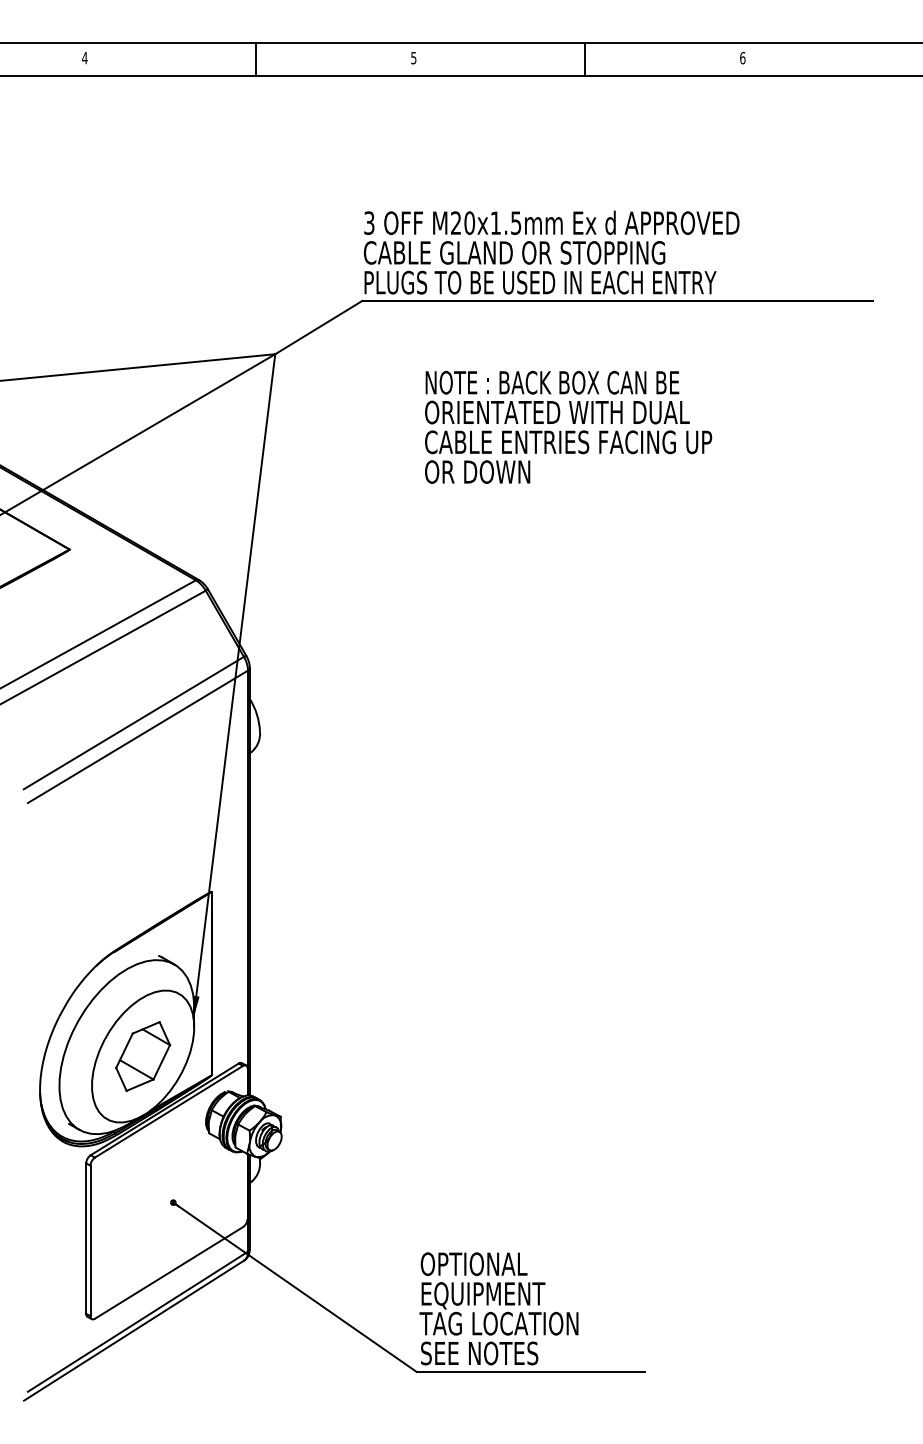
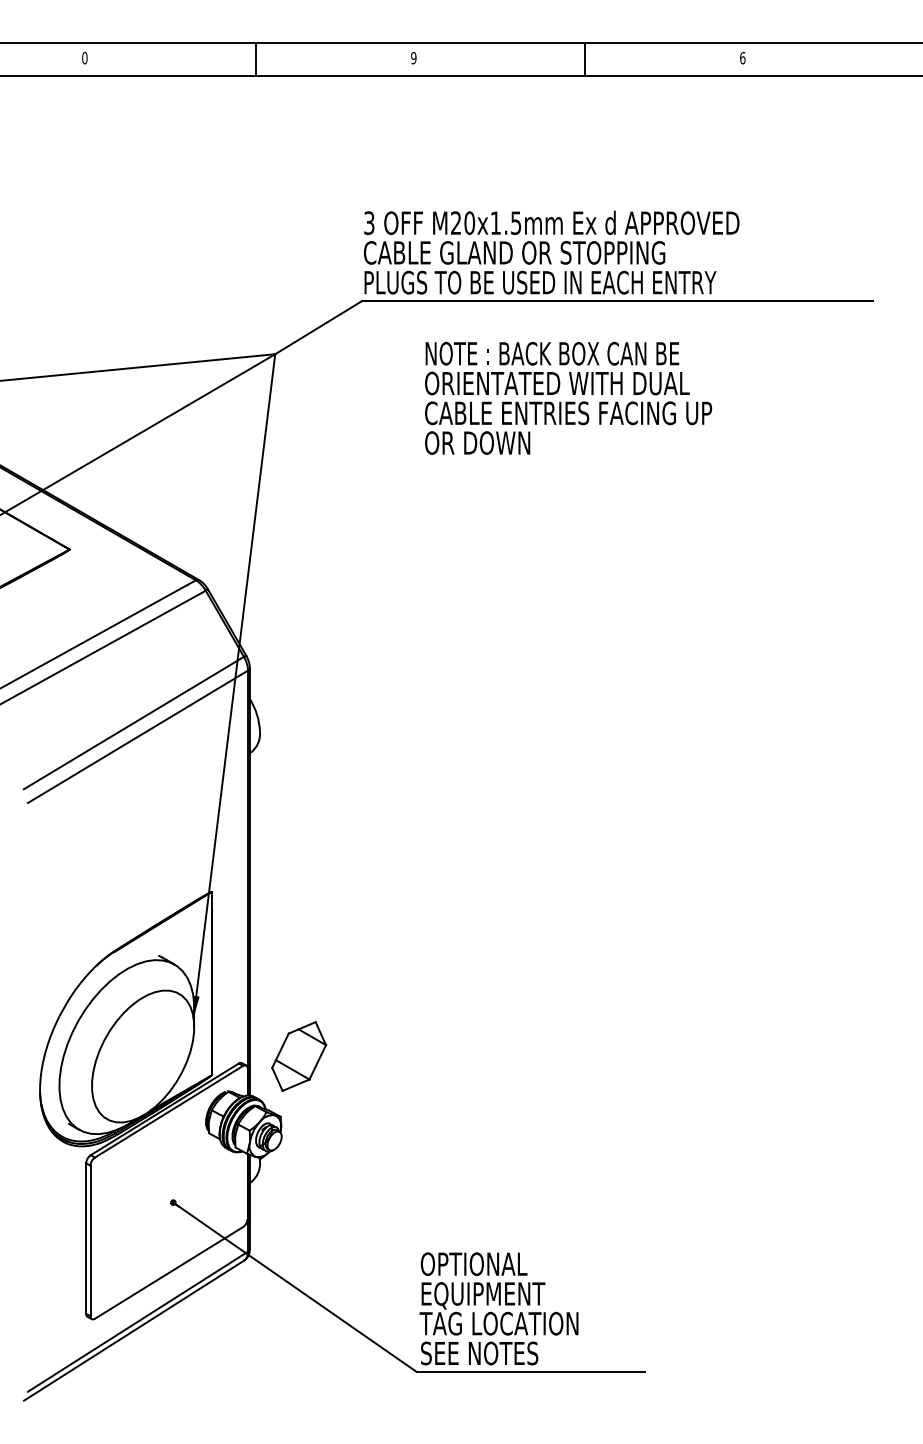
text at (413, 57): 5 -> 9
text at (84, 58): 4 -> 0
text at (568, 426) position: (568, 426) -> (568, 397)
part at (143, 1056) position: (143, 1056) -> (299, 1056)
